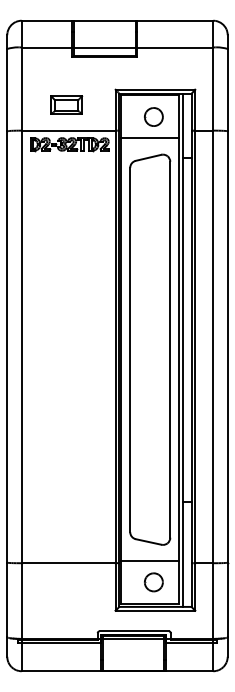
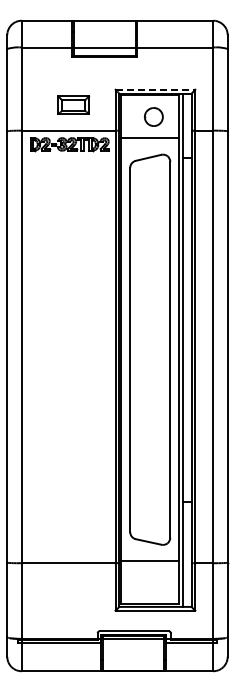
line at (155, 89): solid -> dashed
part at (66, 104) position: (66, 104) -> (73, 104)
part at (153, 582): present -> none
